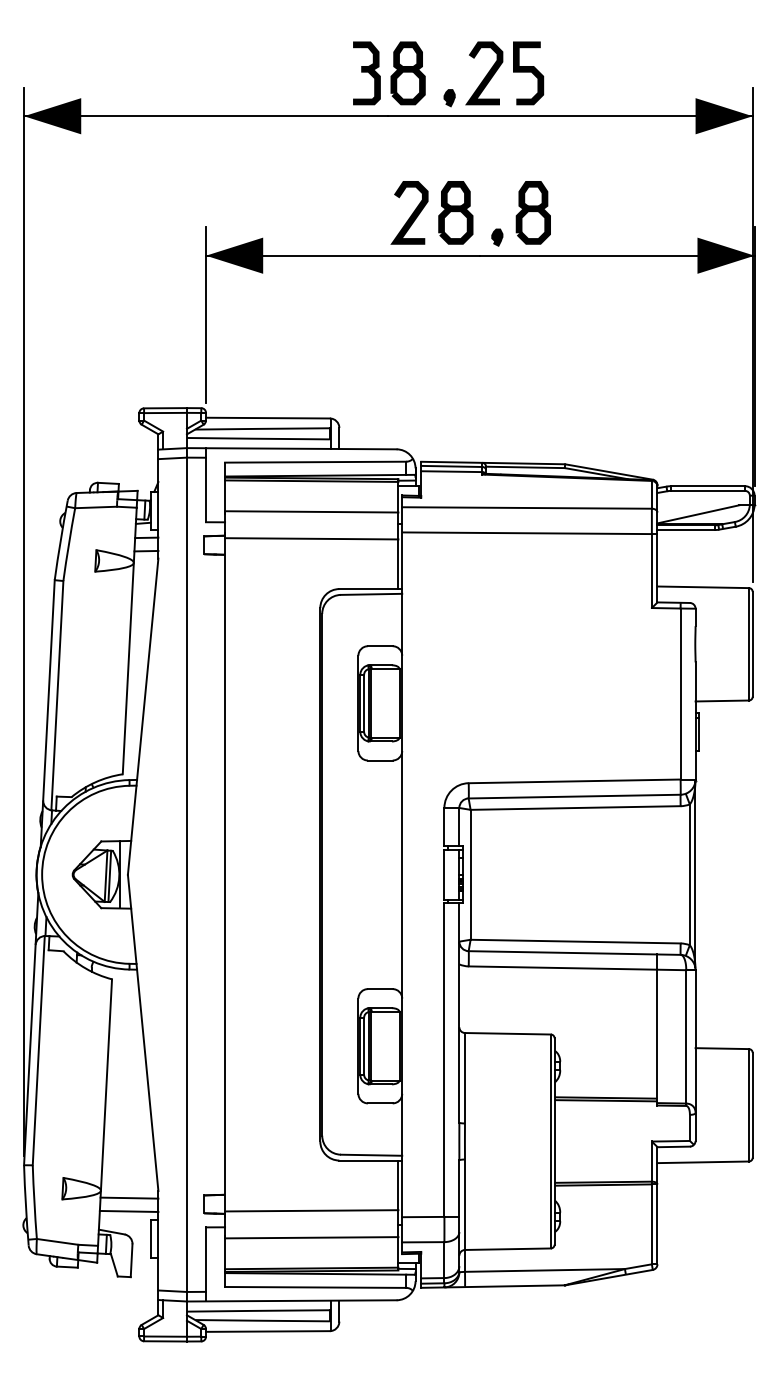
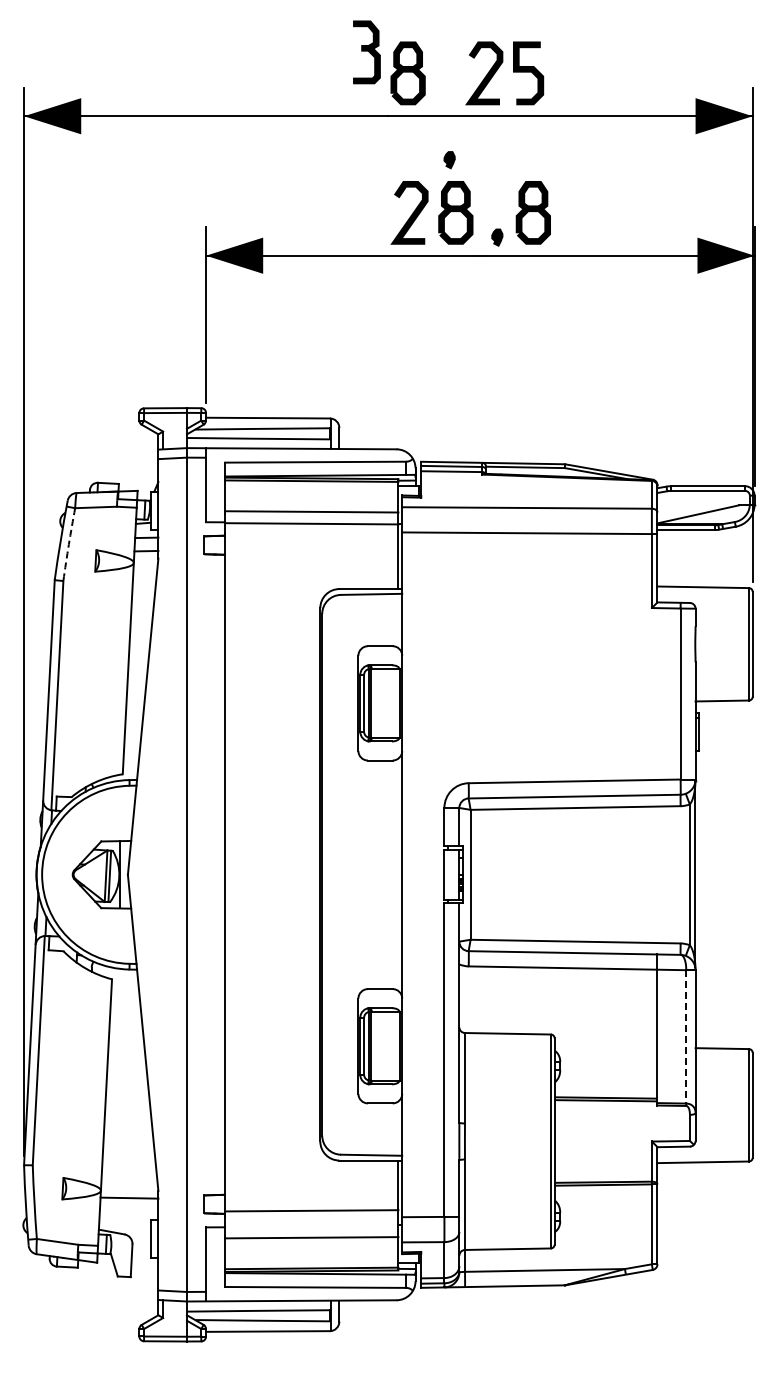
part at (366, 73) position: (366, 73) -> (366, 52)
part at (449, 98) position: (449, 98) -> (449, 160)
line at (311, 538) position: (311, 538) -> (311, 523)
arc at (68, 544): solid -> dashed
line at (686, 1036): solid -> dashed
line at (128, 1210): present -> none
